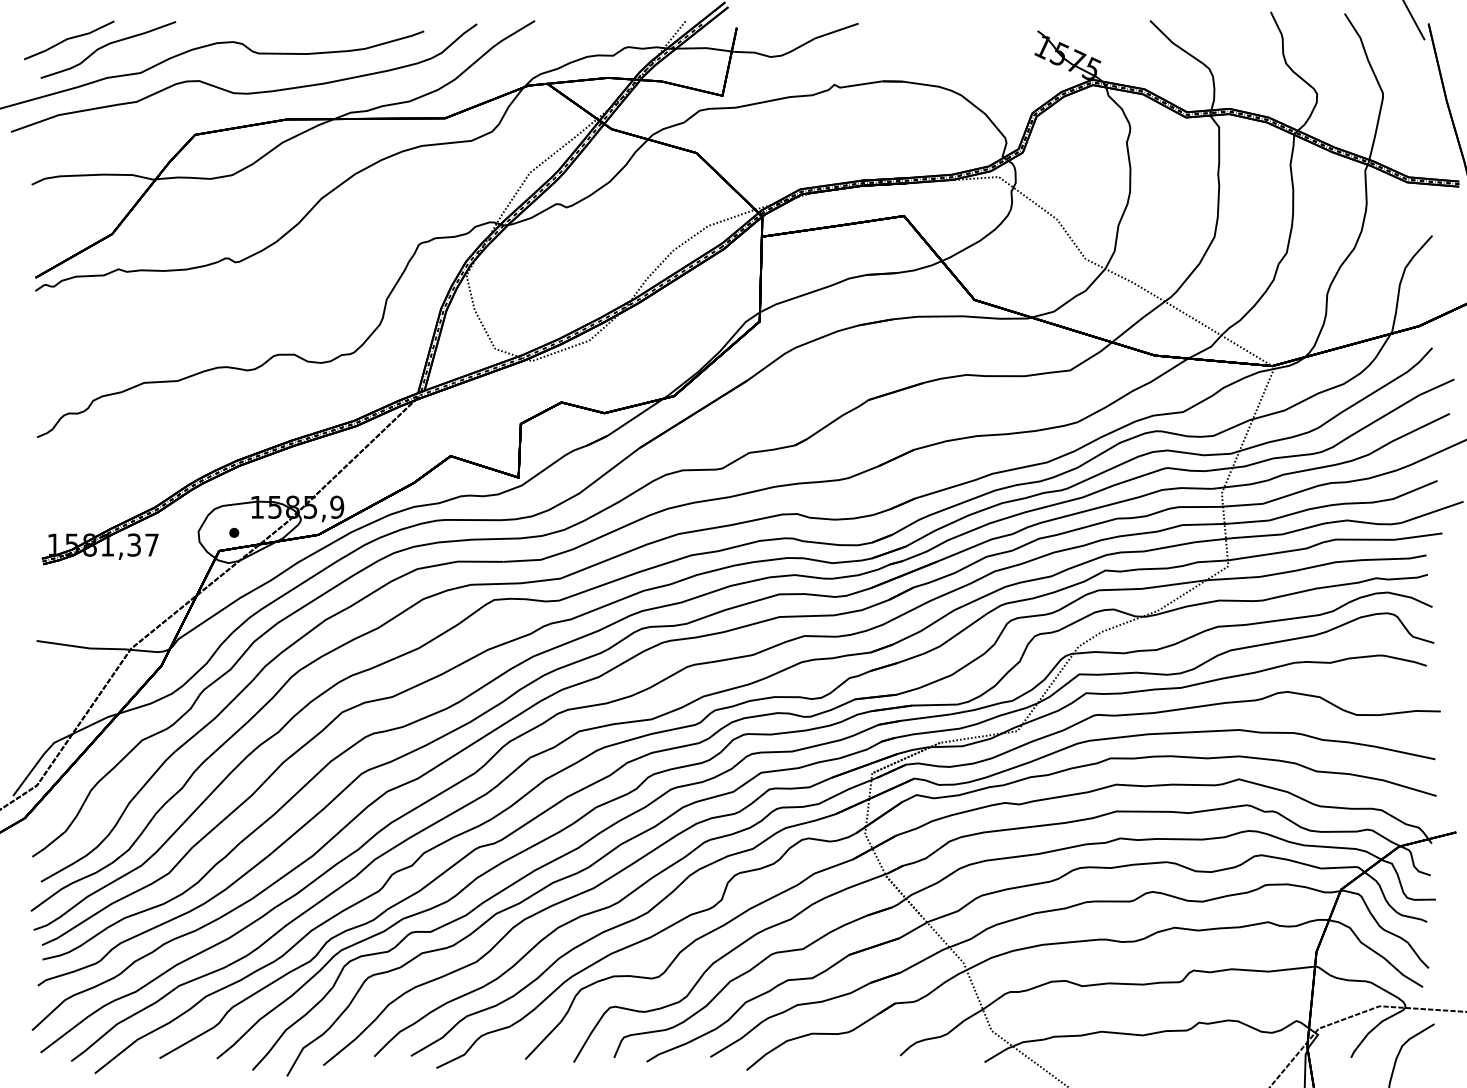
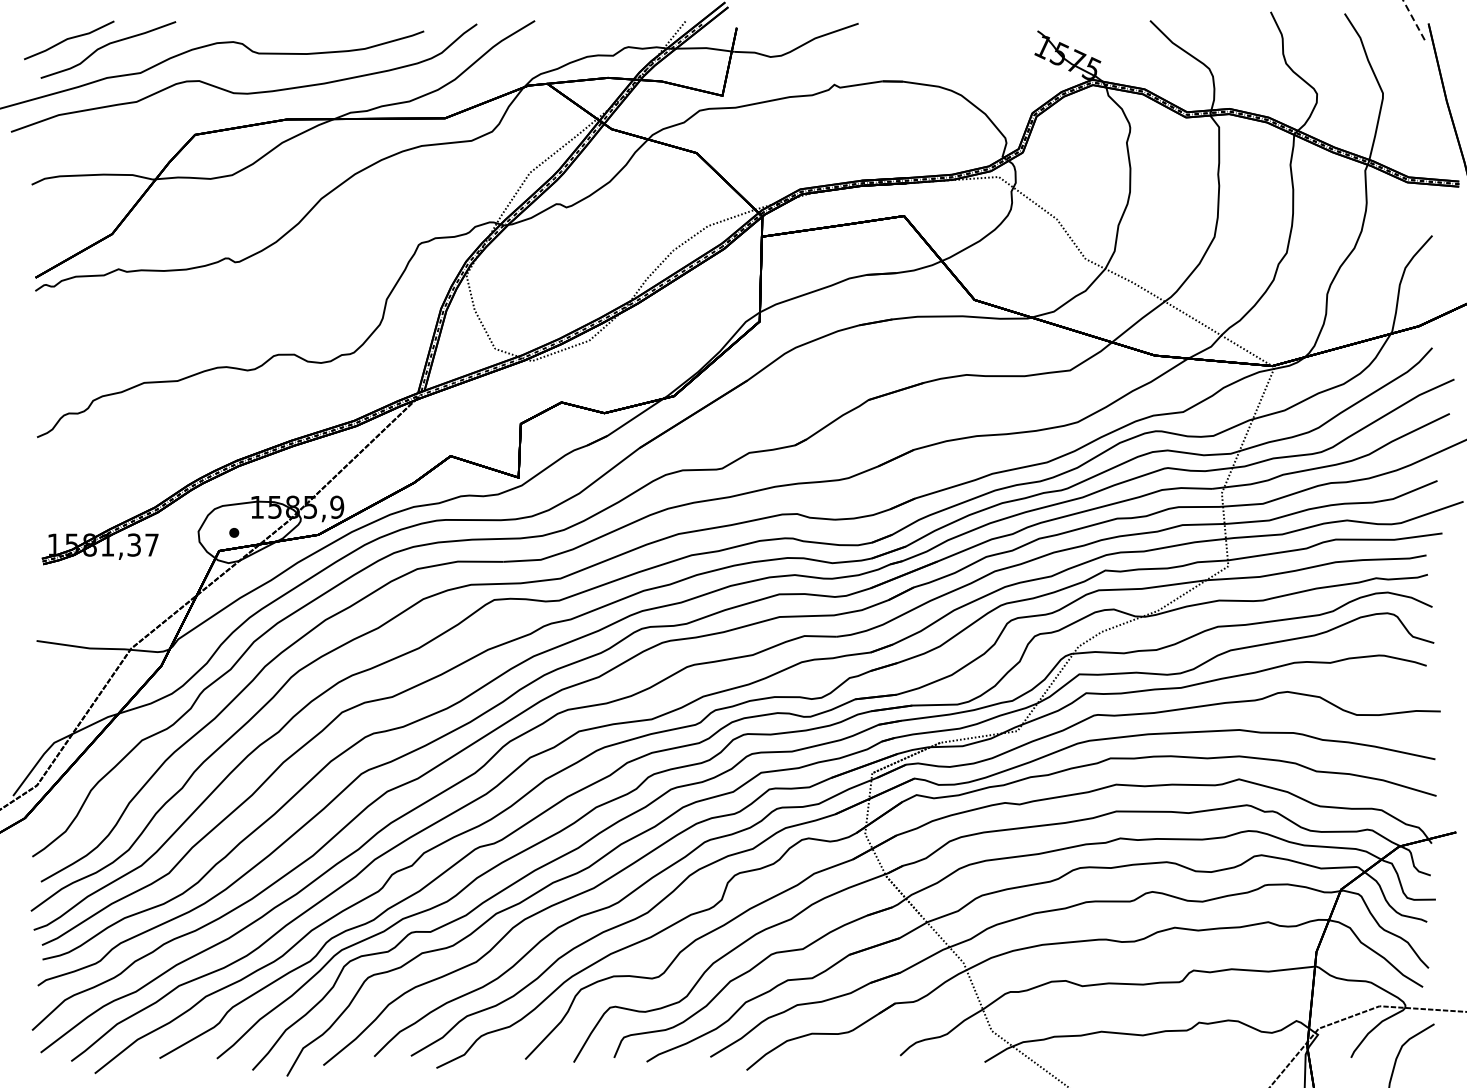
line at (1413, 20): solid -> dashed
